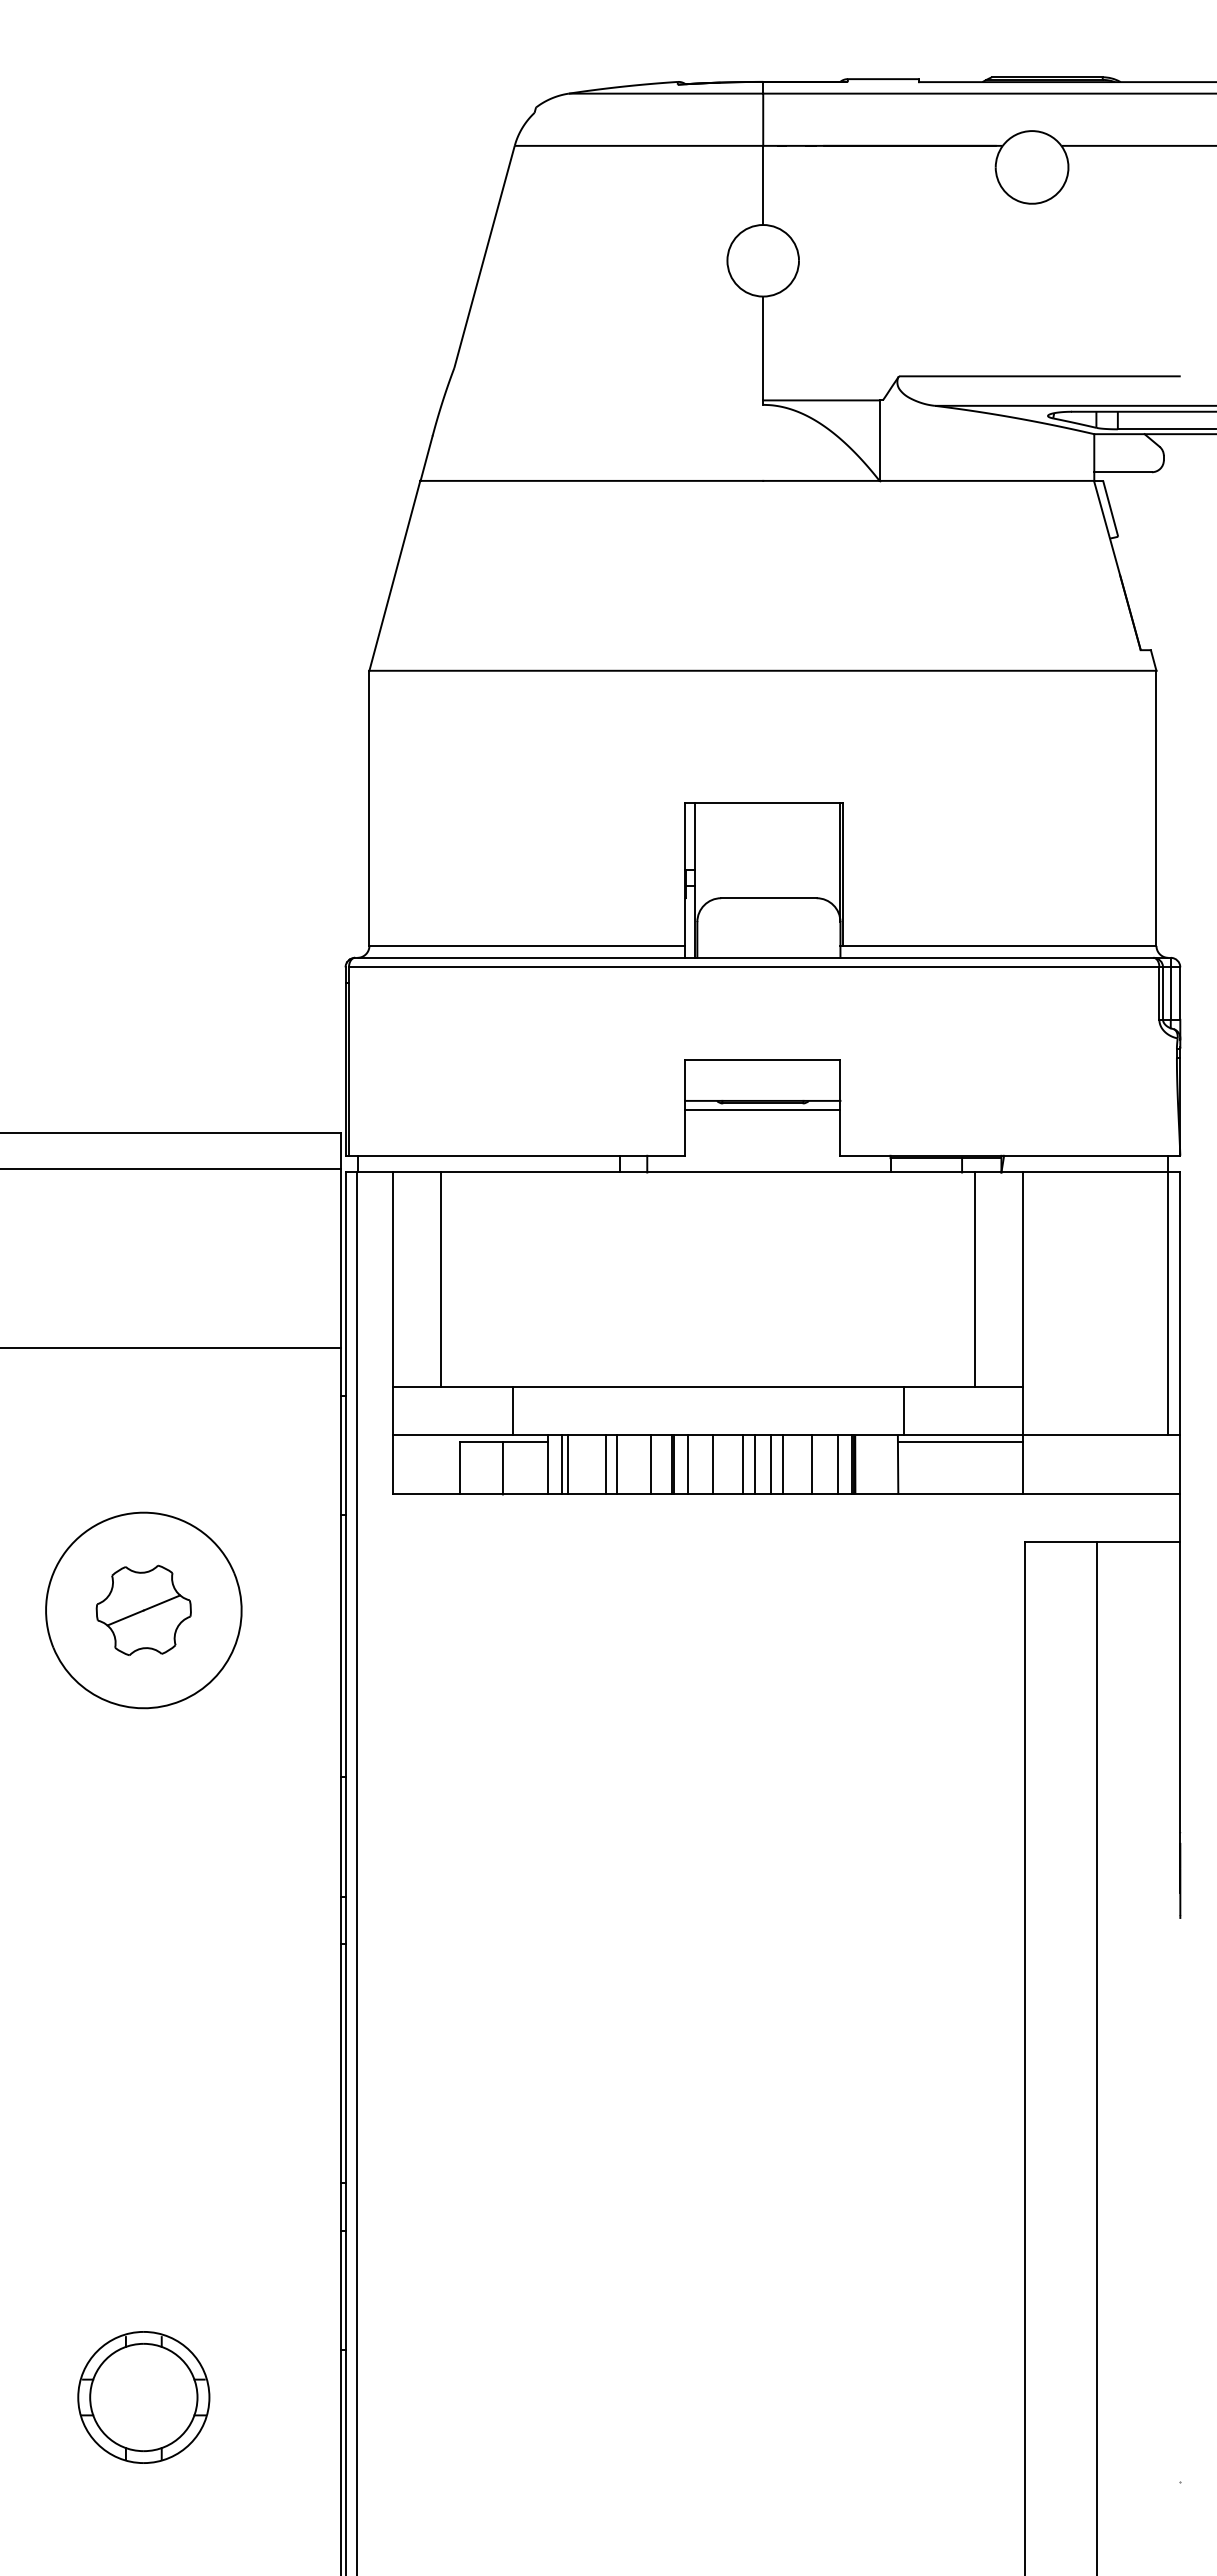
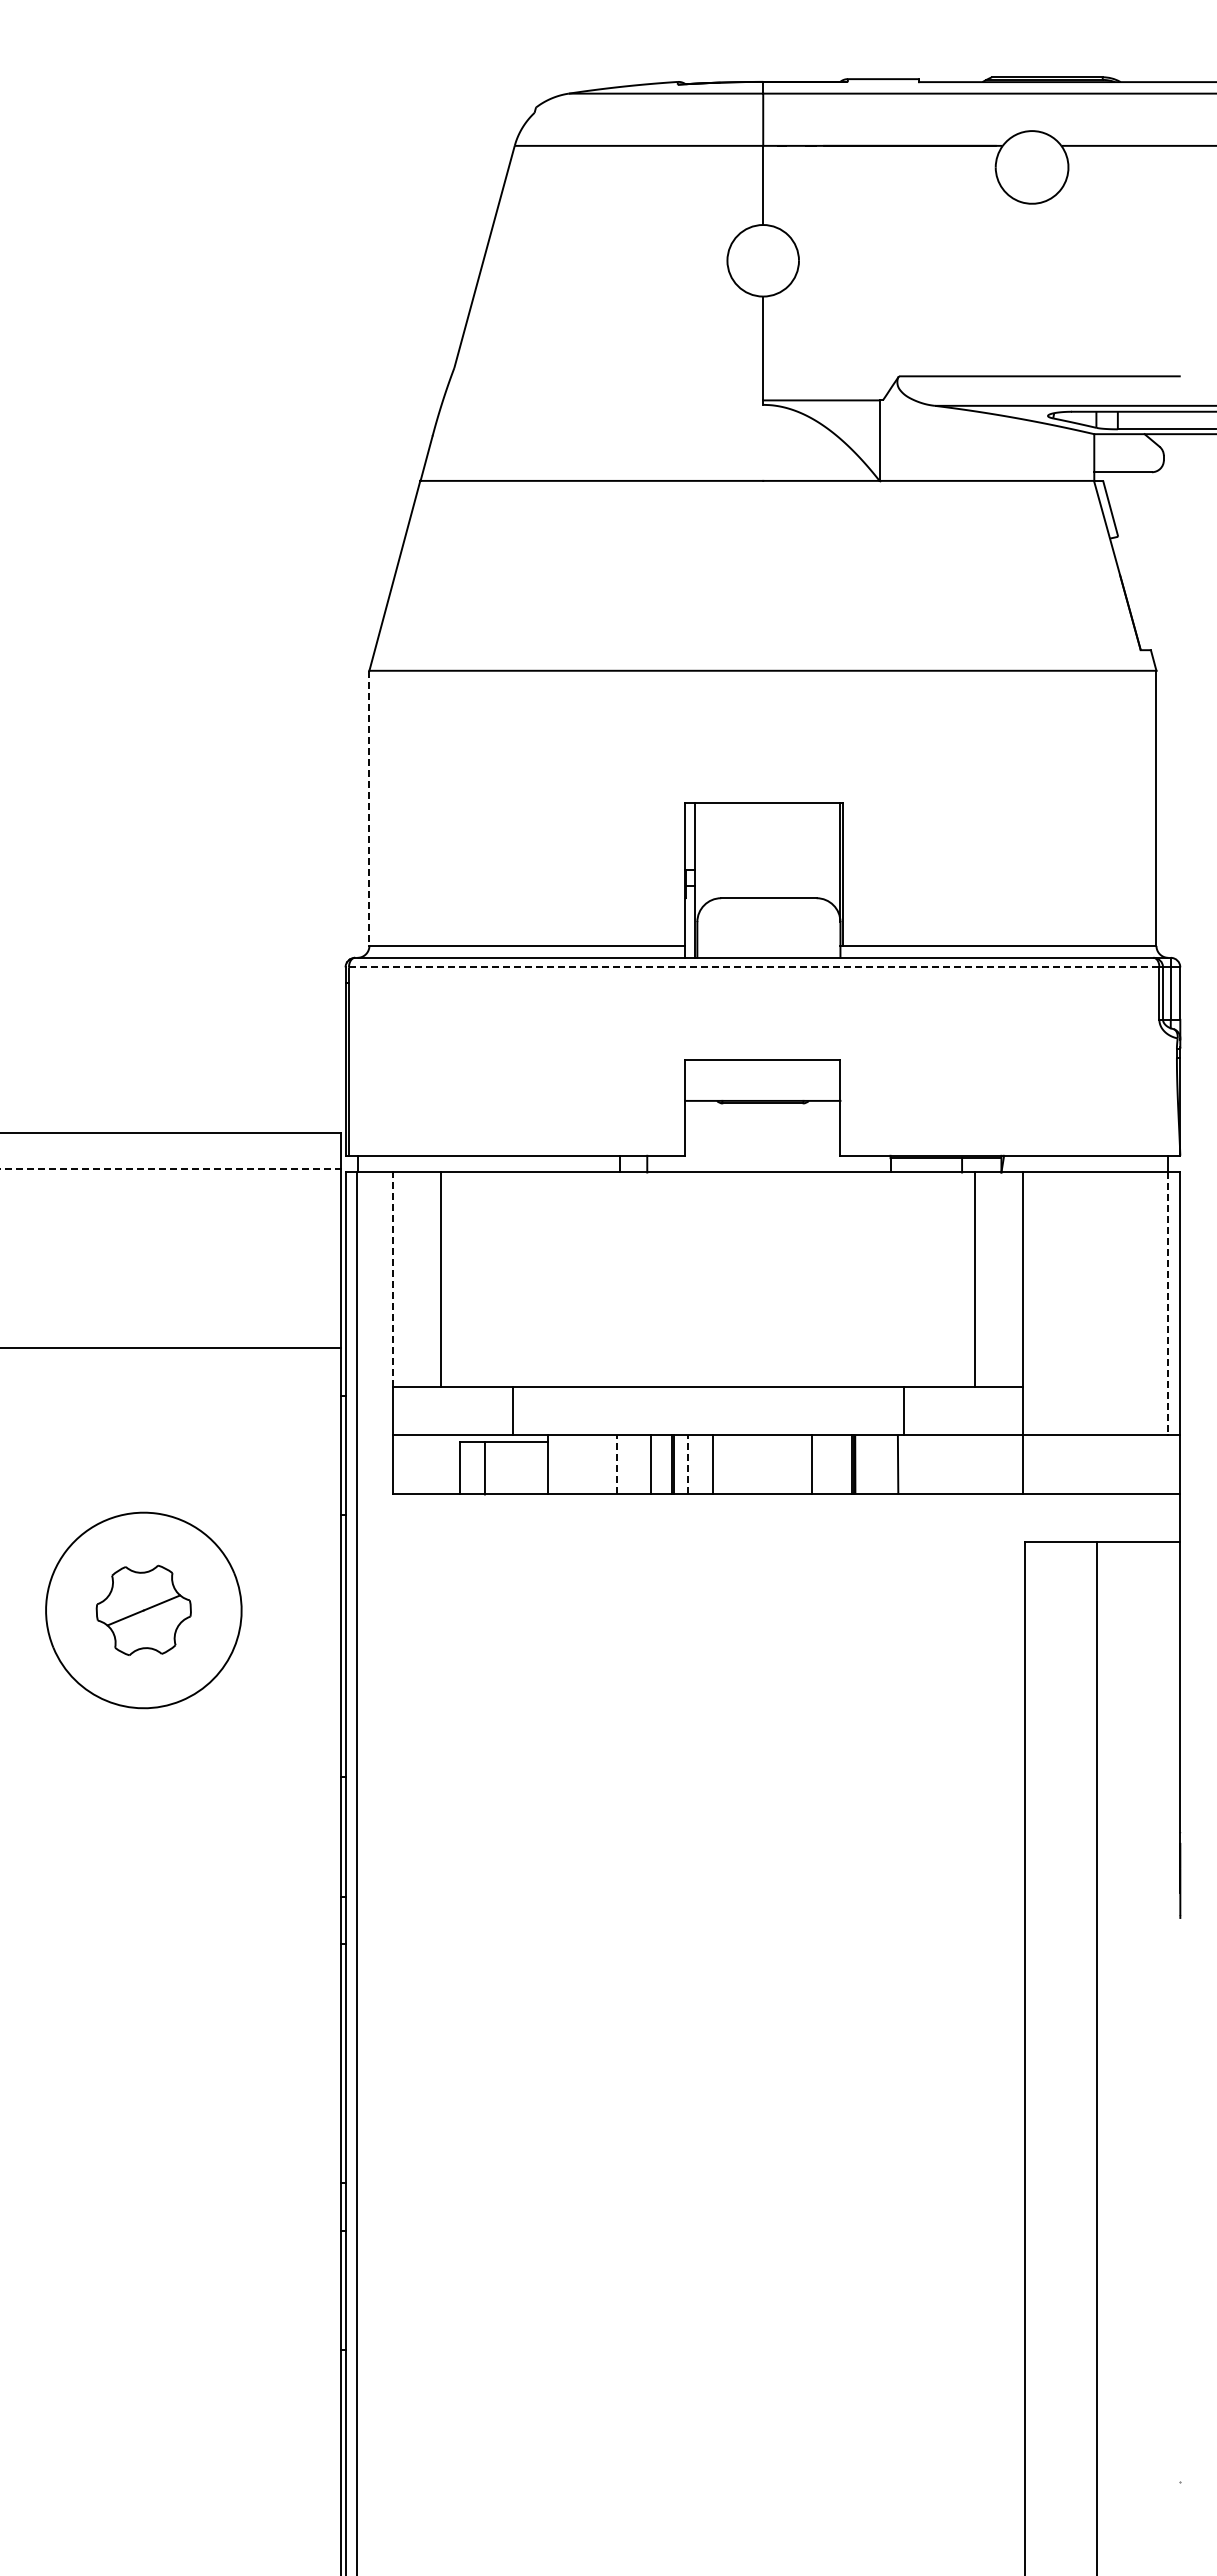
line at (369, 808): solid -> dashed
line at (753, 967): solid -> dashed
line at (762, 1110): present -> none
line at (170, 1169): solid -> dashed
line at (393, 1279): solid -> dashed
line at (1168, 1304): solid -> dashed
line at (960, 1441): present -> none
line at (561, 1464): present -> none
line at (567, 1464): present -> none
line at (605, 1464): present -> none
line at (616, 1464): solid -> dashed
line at (688, 1464): solid -> dashed
line at (742, 1464): present -> none
line at (755, 1464): present -> none
line at (770, 1464): present -> none
line at (783, 1464): present -> none
line at (837, 1464): present -> none
line at (502, 1467) position: (502, 1467) -> (484, 1467)
part at (143, 2397): present -> none
